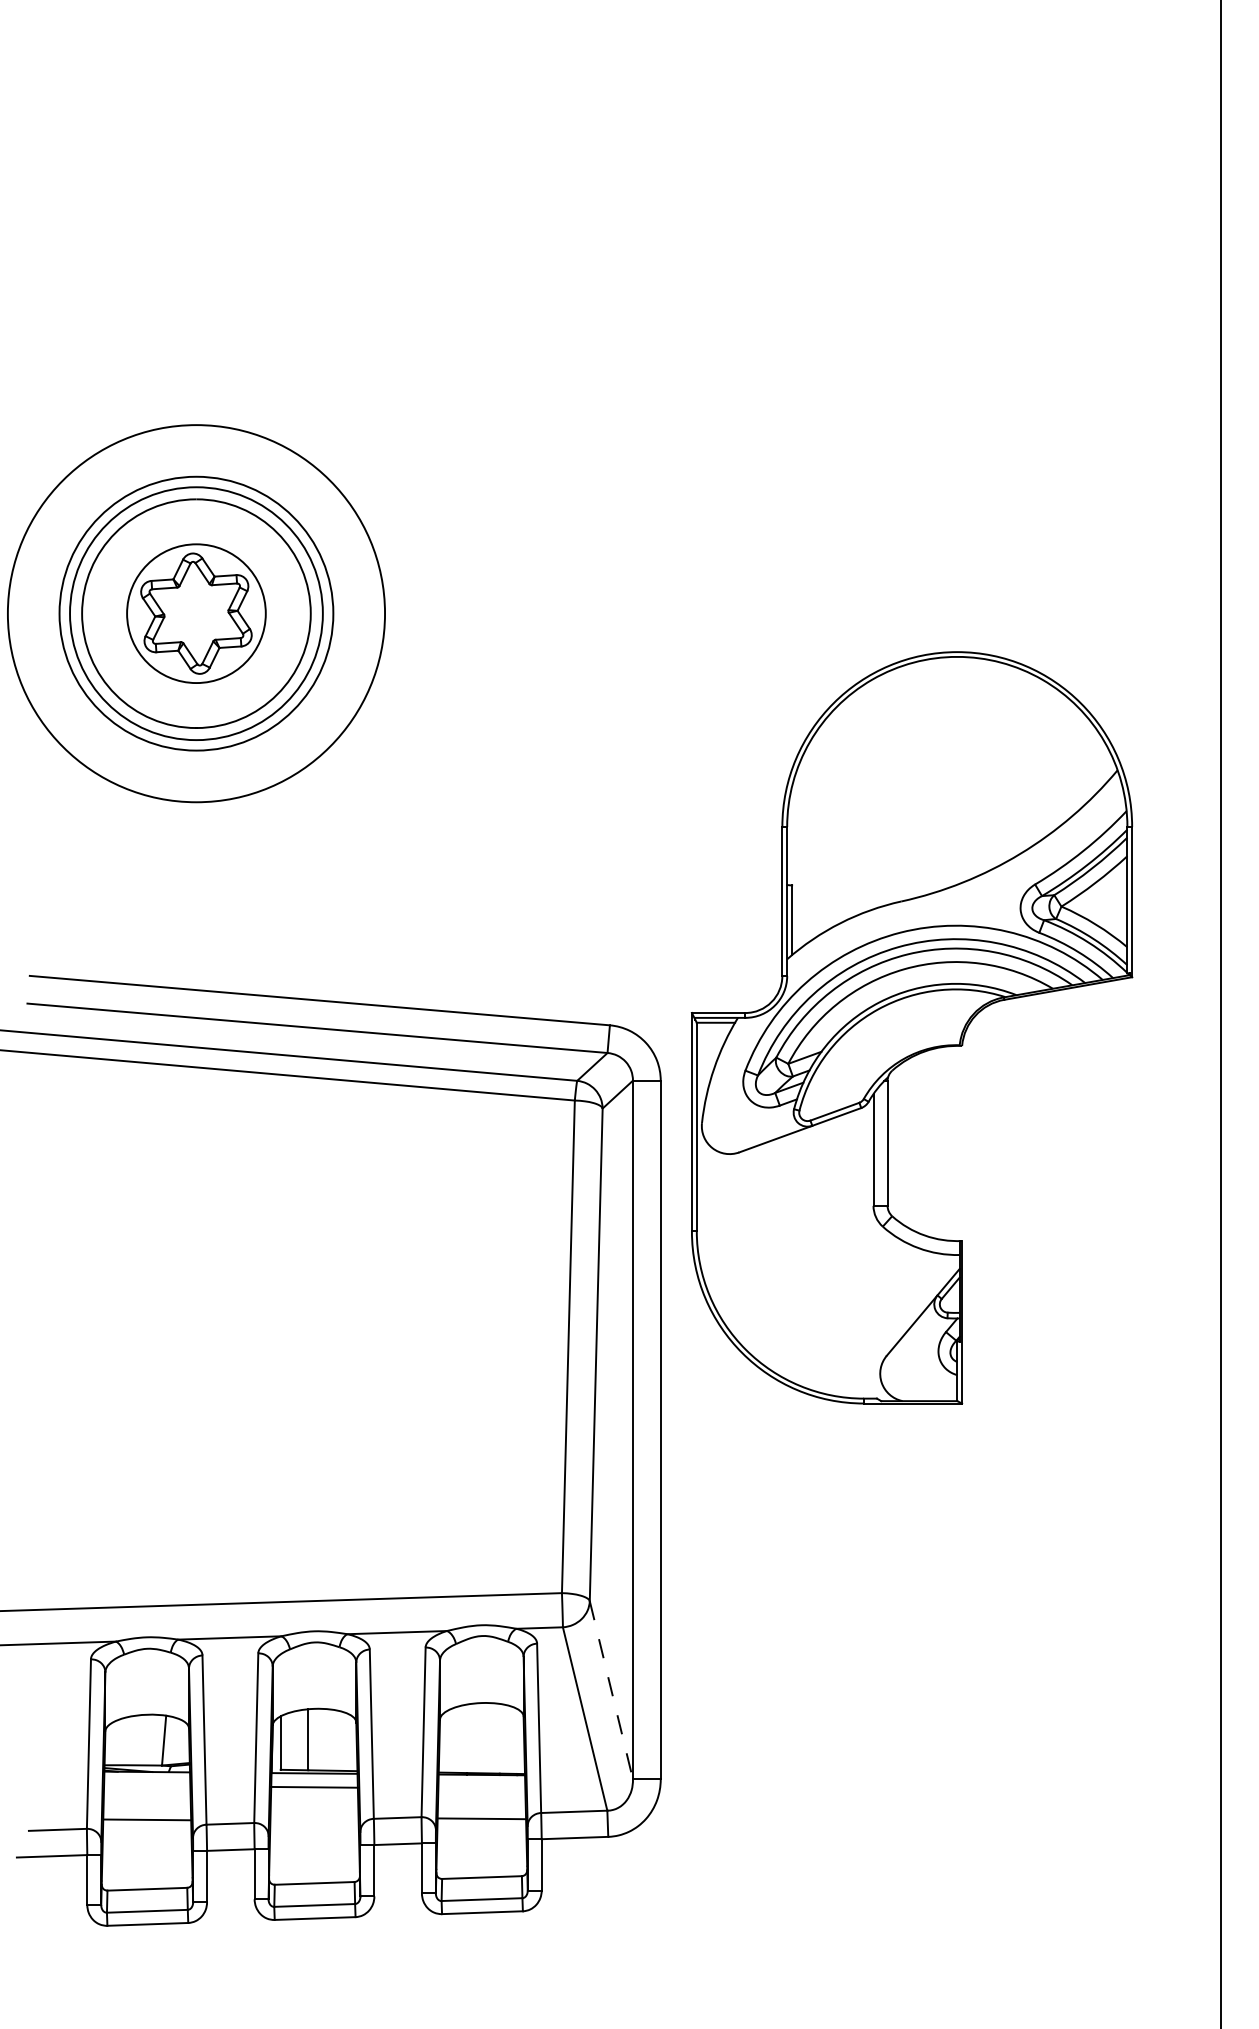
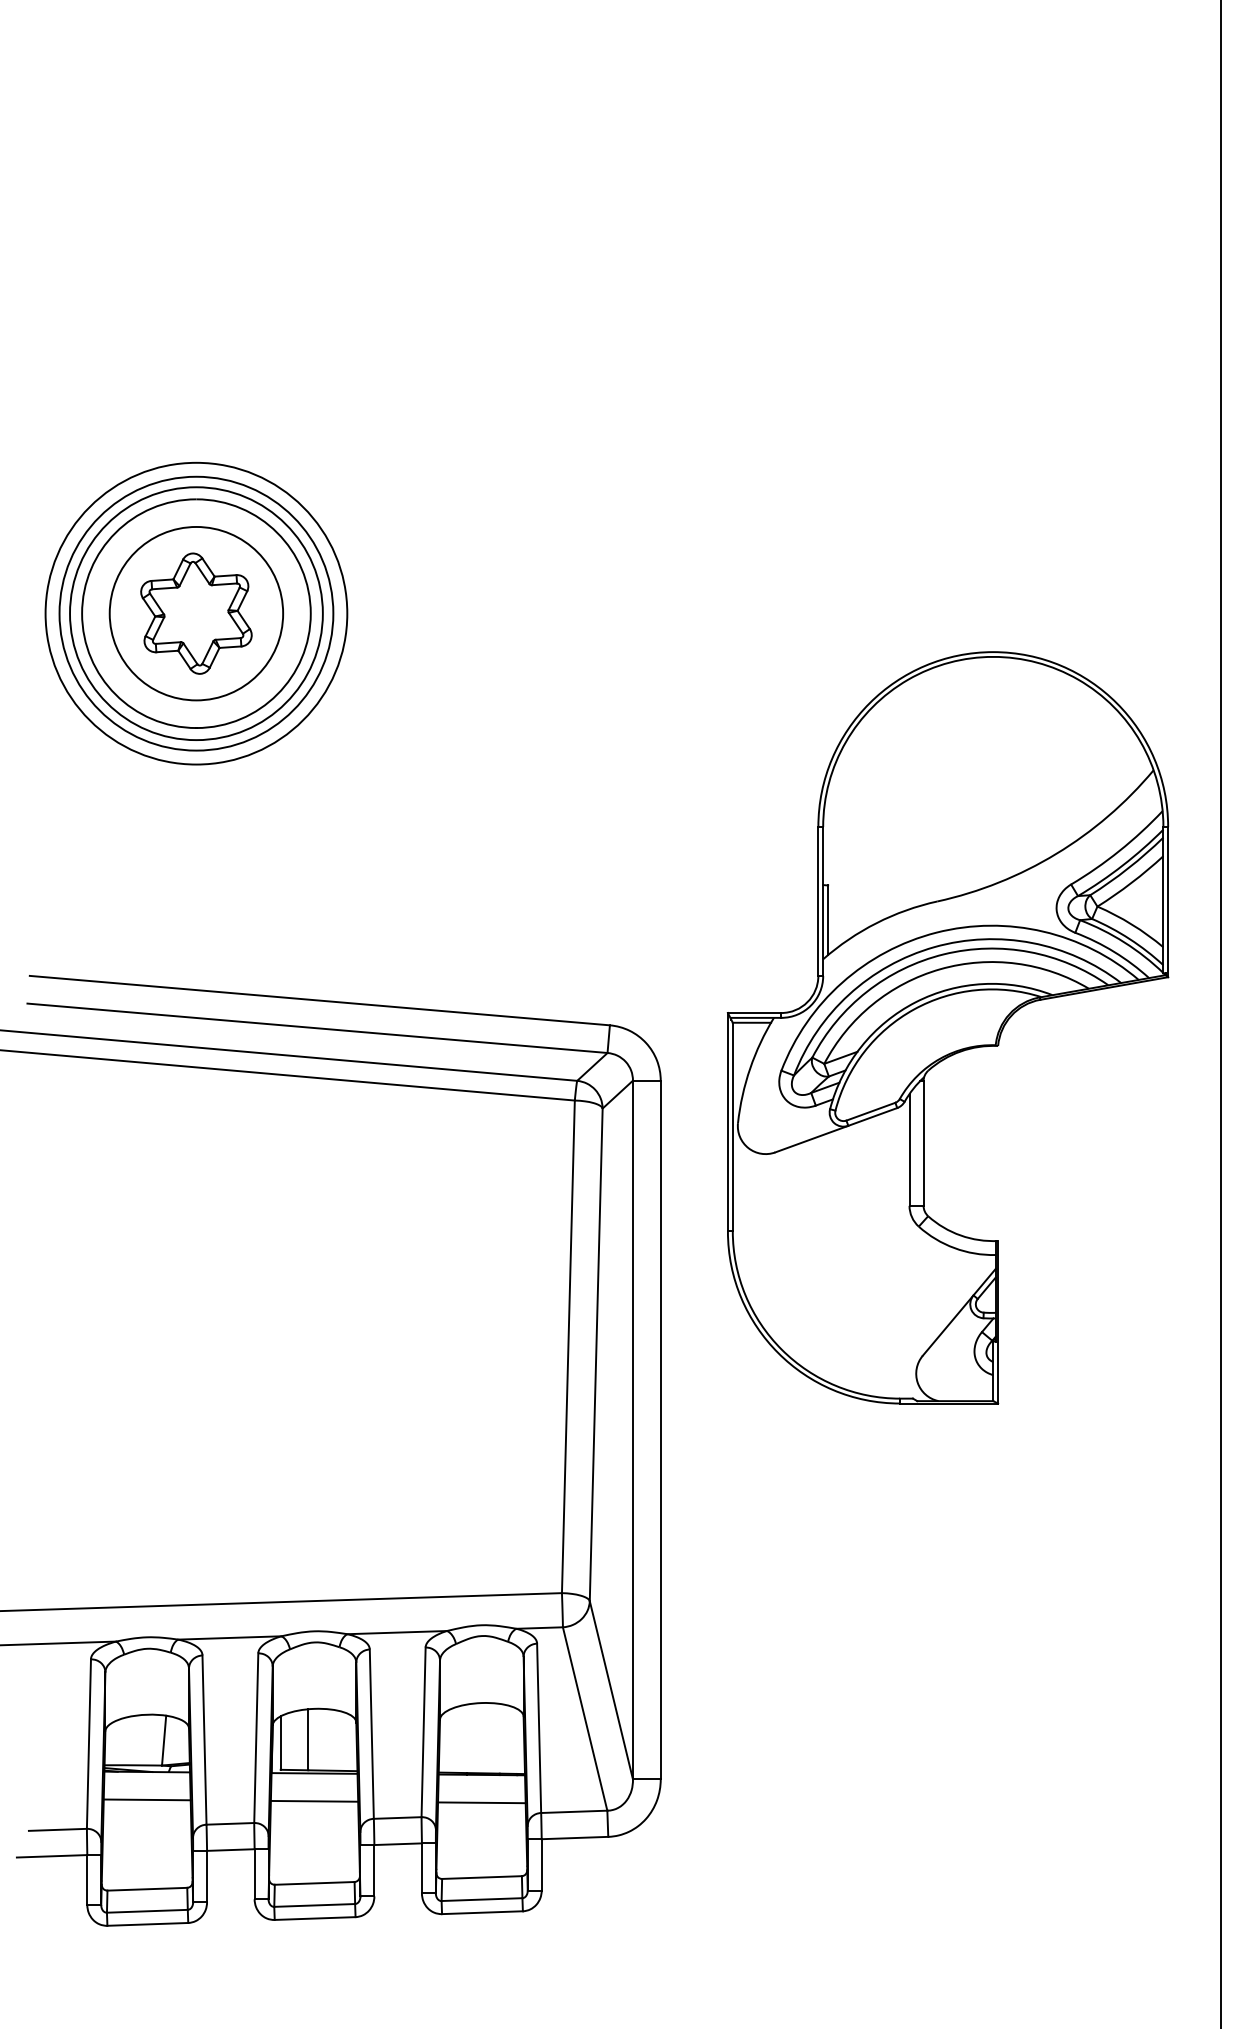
circle at (196, 613) diameter: 139 px -> 173 px
circle at (196, 613) diameter: 377 px -> 302 px
part at (911, 1027) position: (911, 1027) -> (947, 1027)
line at (611, 1690): dashed -> solid
line at (314, 1786) position: (314, 1786) -> (314, 1800)
line at (481, 1818) position: (481, 1818) -> (481, 1802)
line at (146, 1819) position: (146, 1819) -> (146, 1799)
